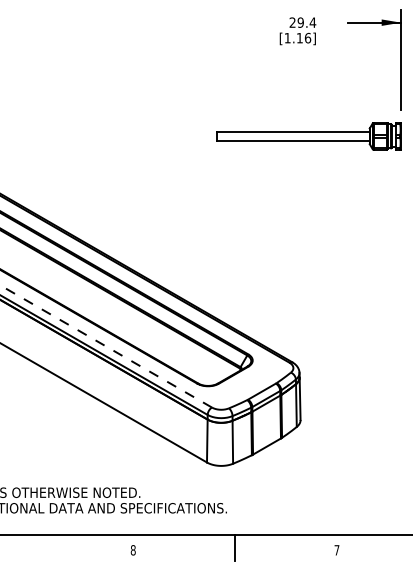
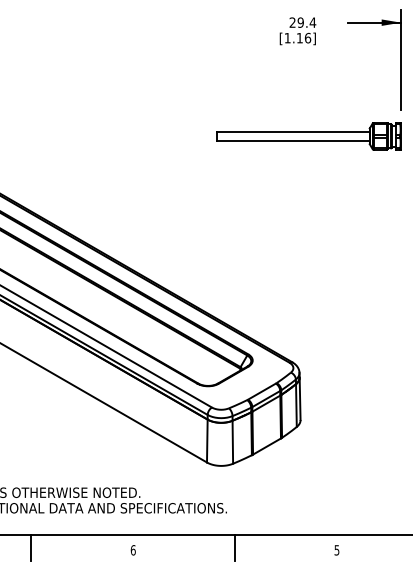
line at (106, 346): dashed -> solid
line at (31, 547): none -> present
text at (132, 550): 8 -> 6
text at (336, 550): 7 -> 5
